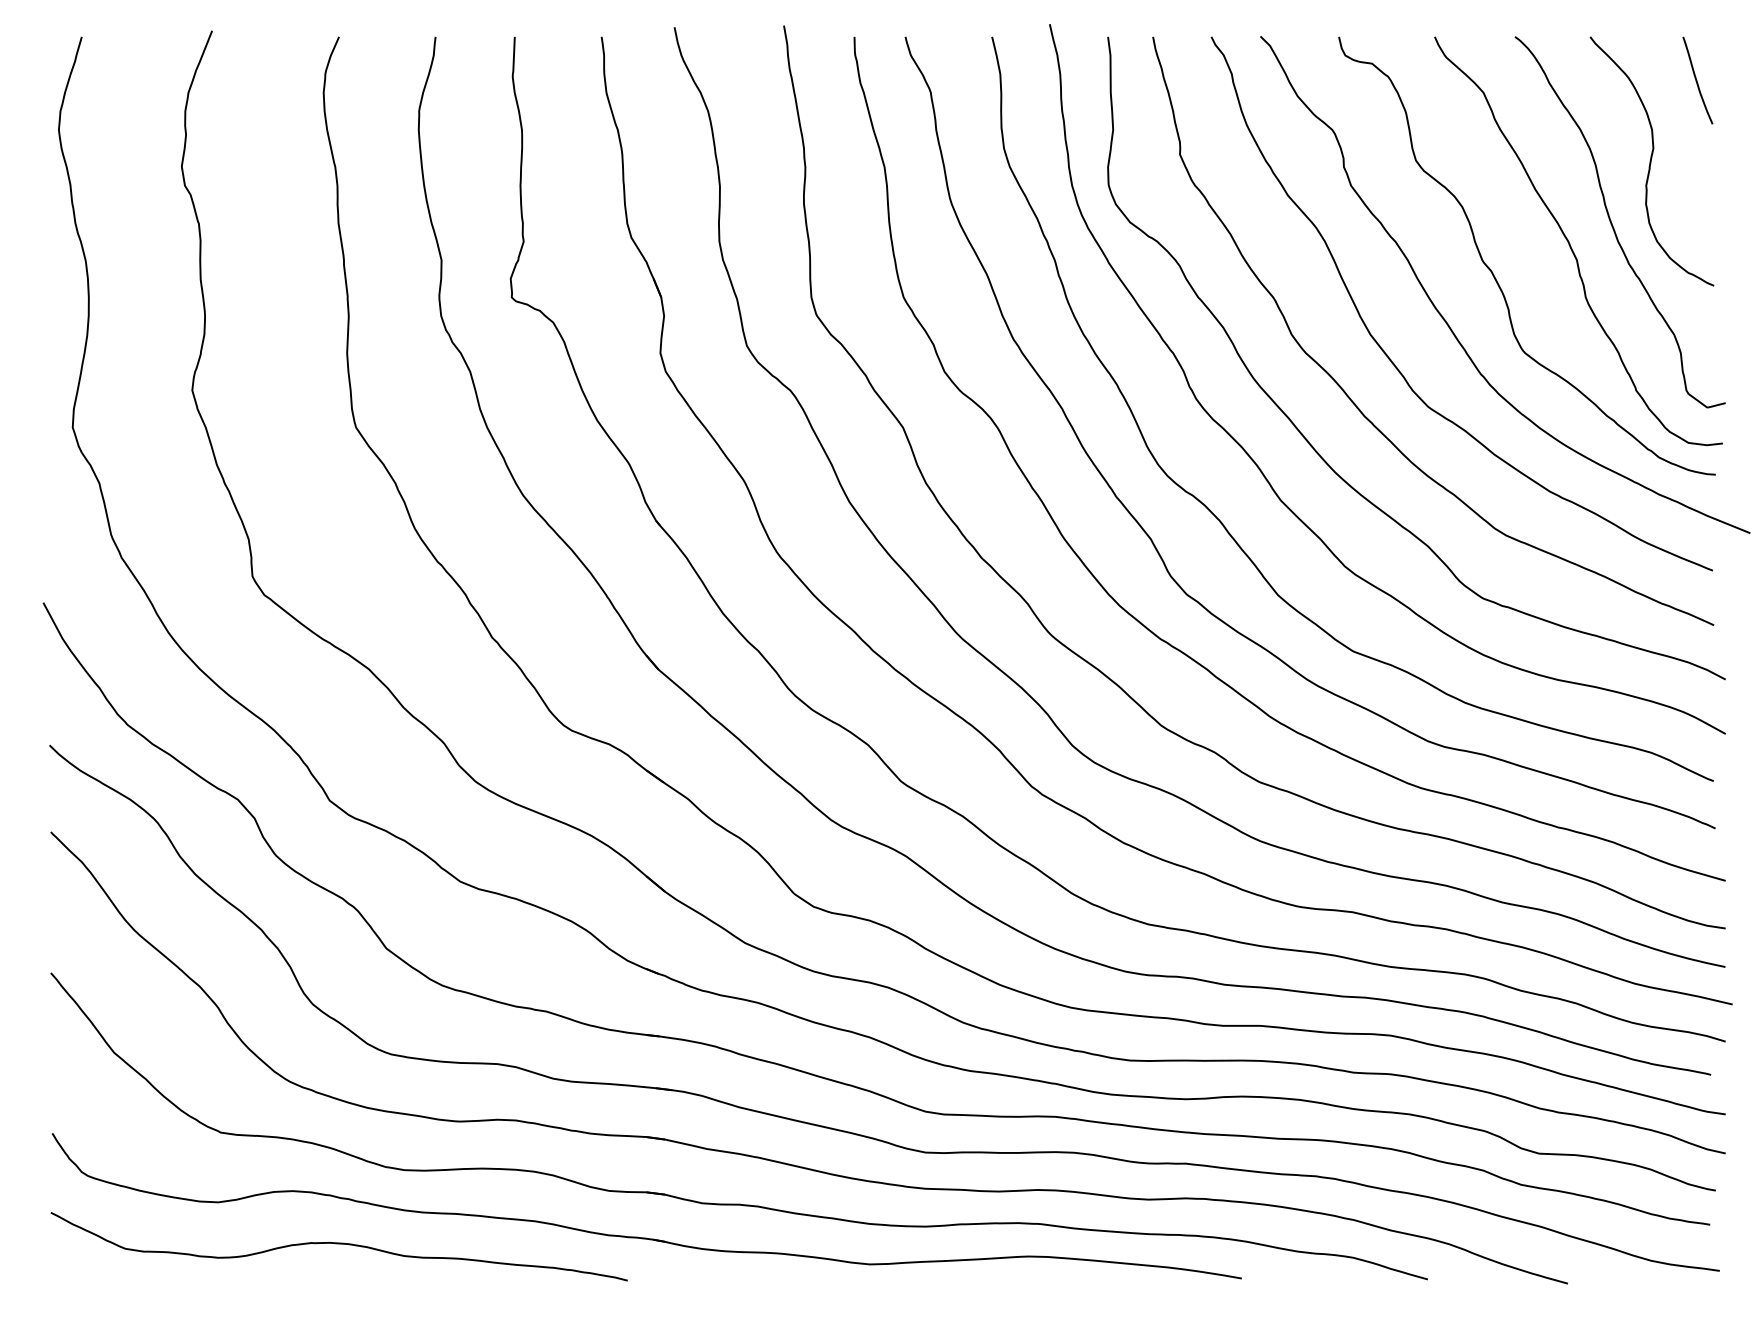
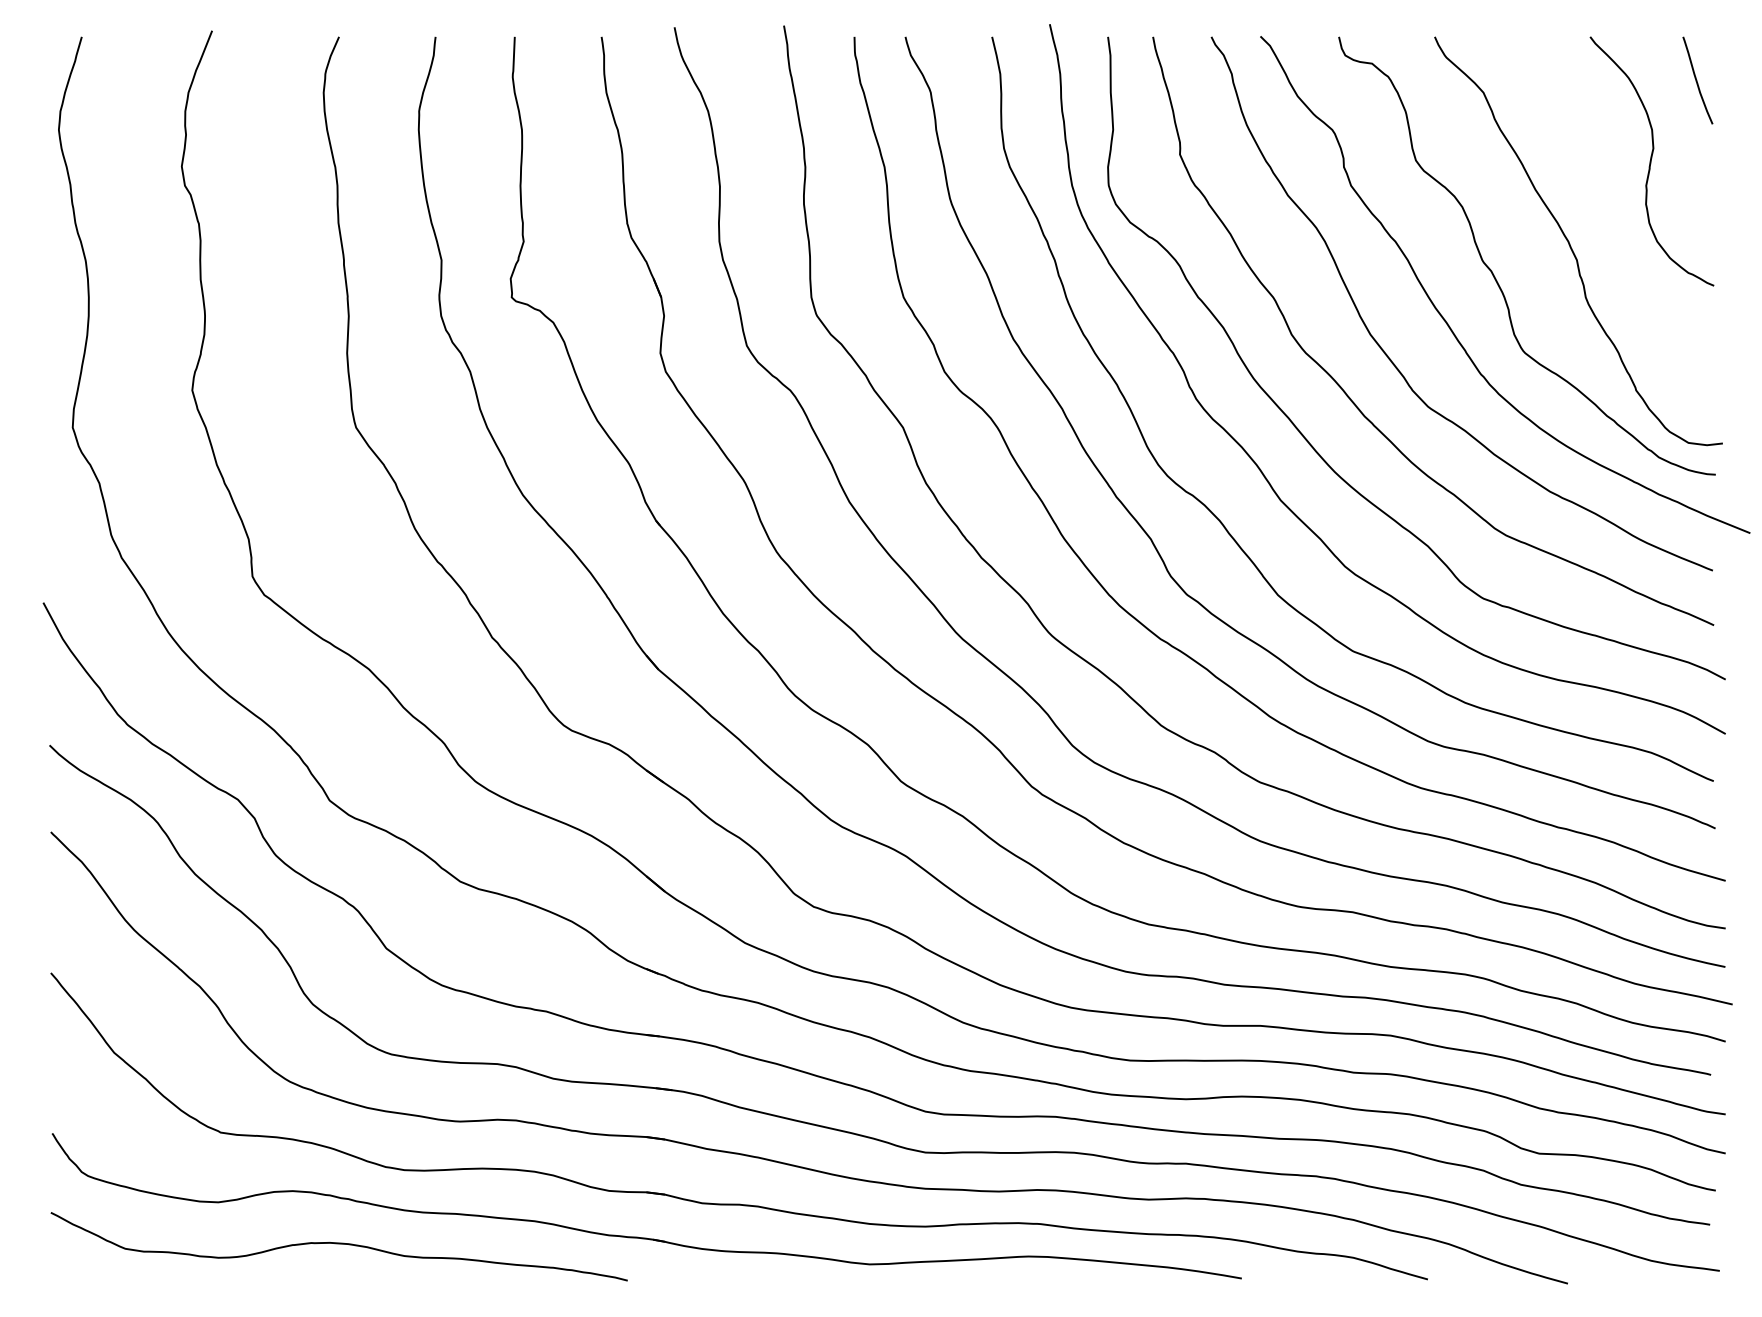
curve at (1613, 225): present -> none
